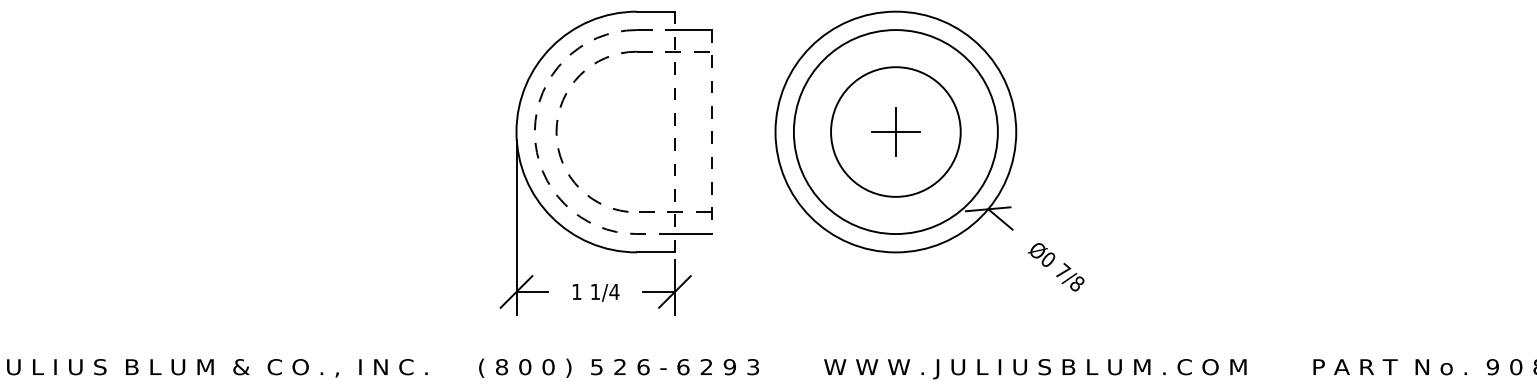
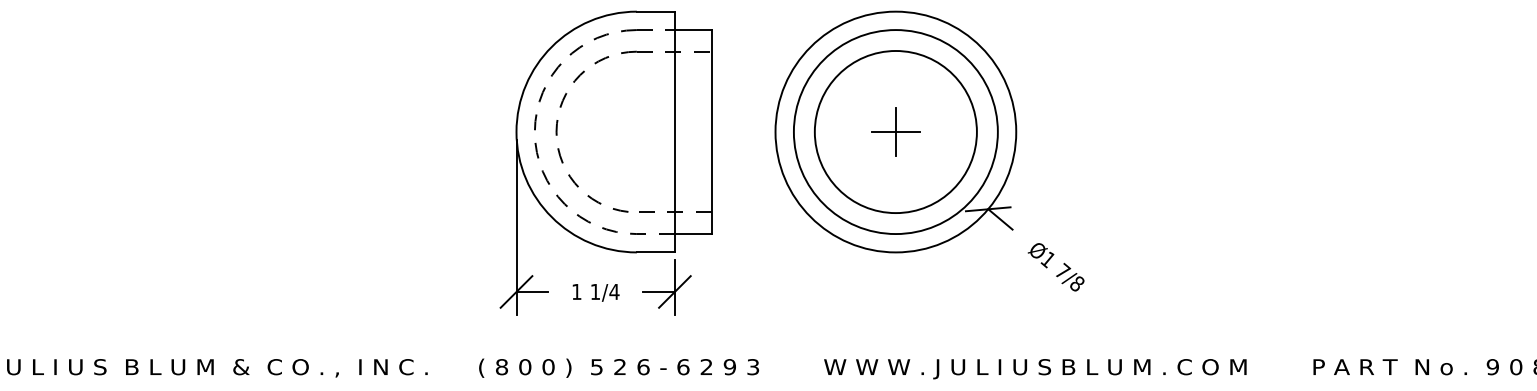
circle at (895, 131) diameter: 130 px -> 162 px
line at (674, 132): dashed -> solid
line at (711, 132): dashed -> solid
text at (1047, 259): Ø0 -> Ø1
